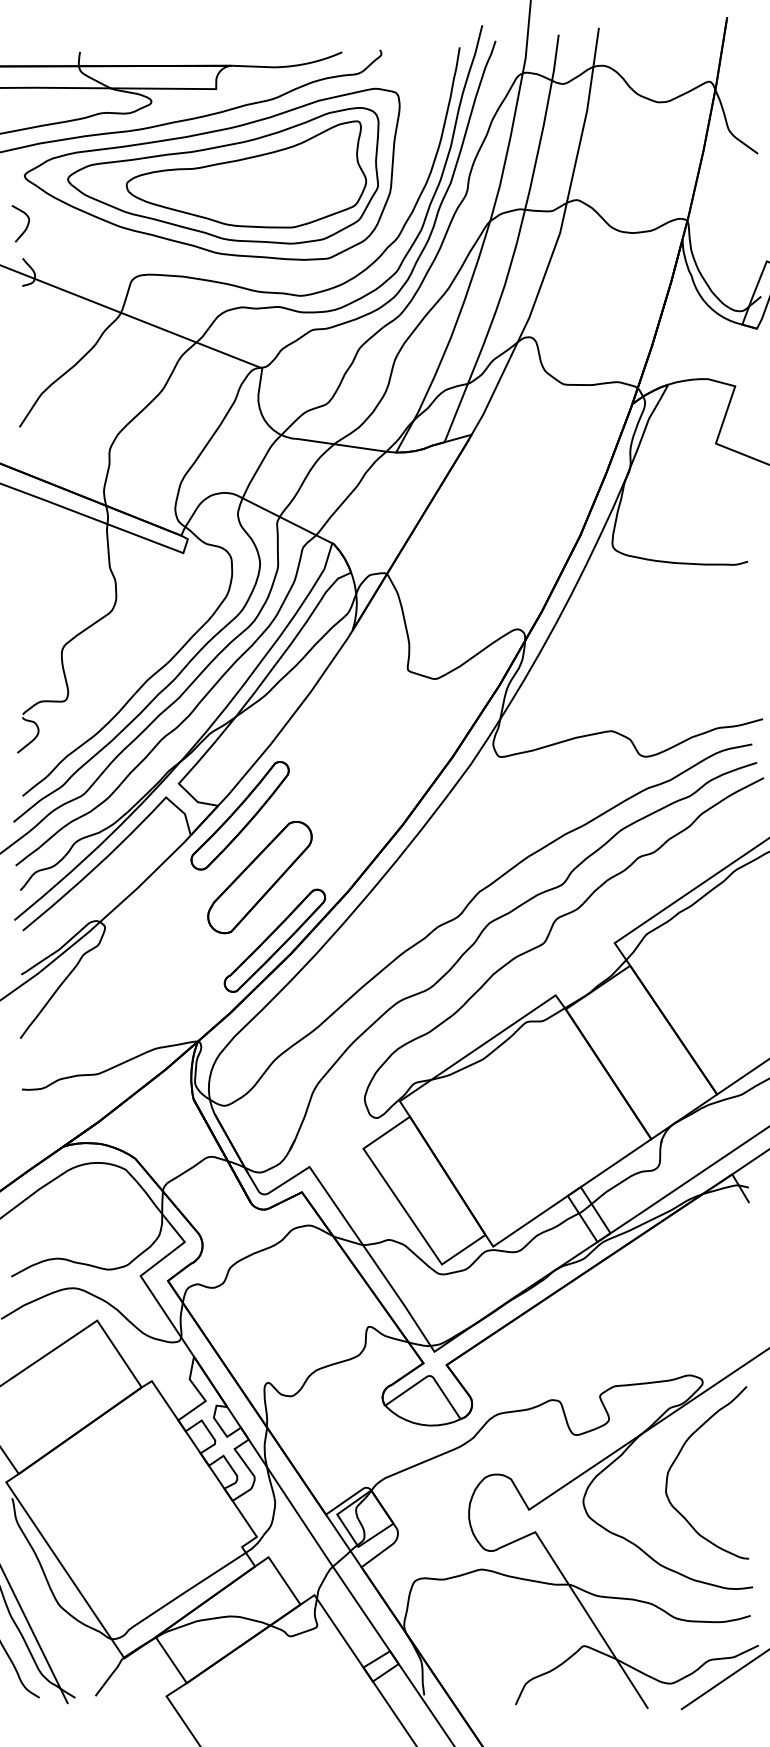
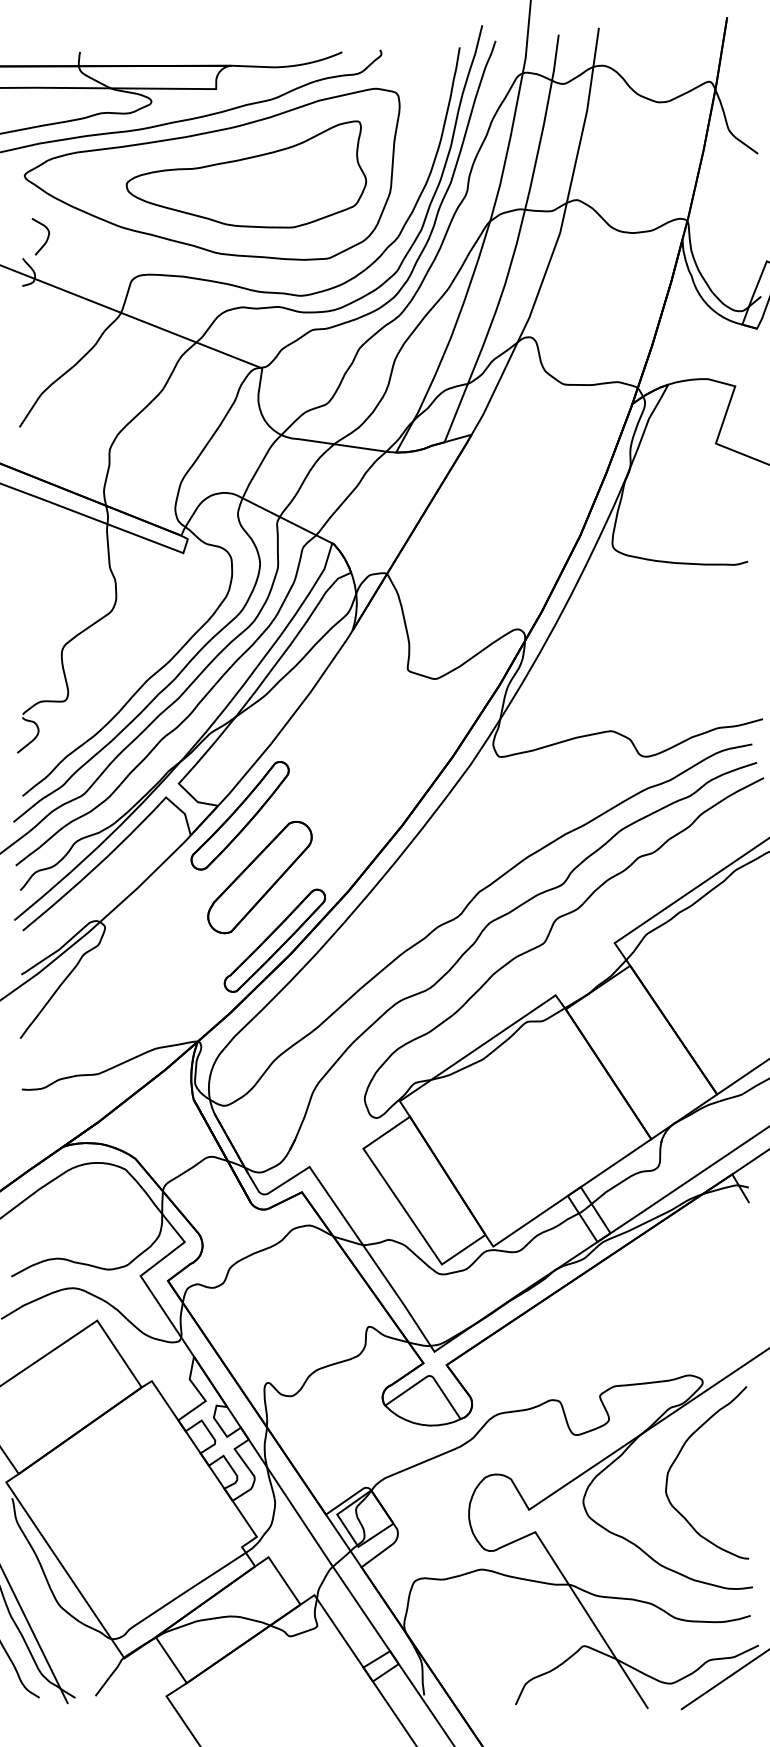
part at (223, 175): present -> none
curve at (26, 225) position: (26, 225) -> (46, 238)
